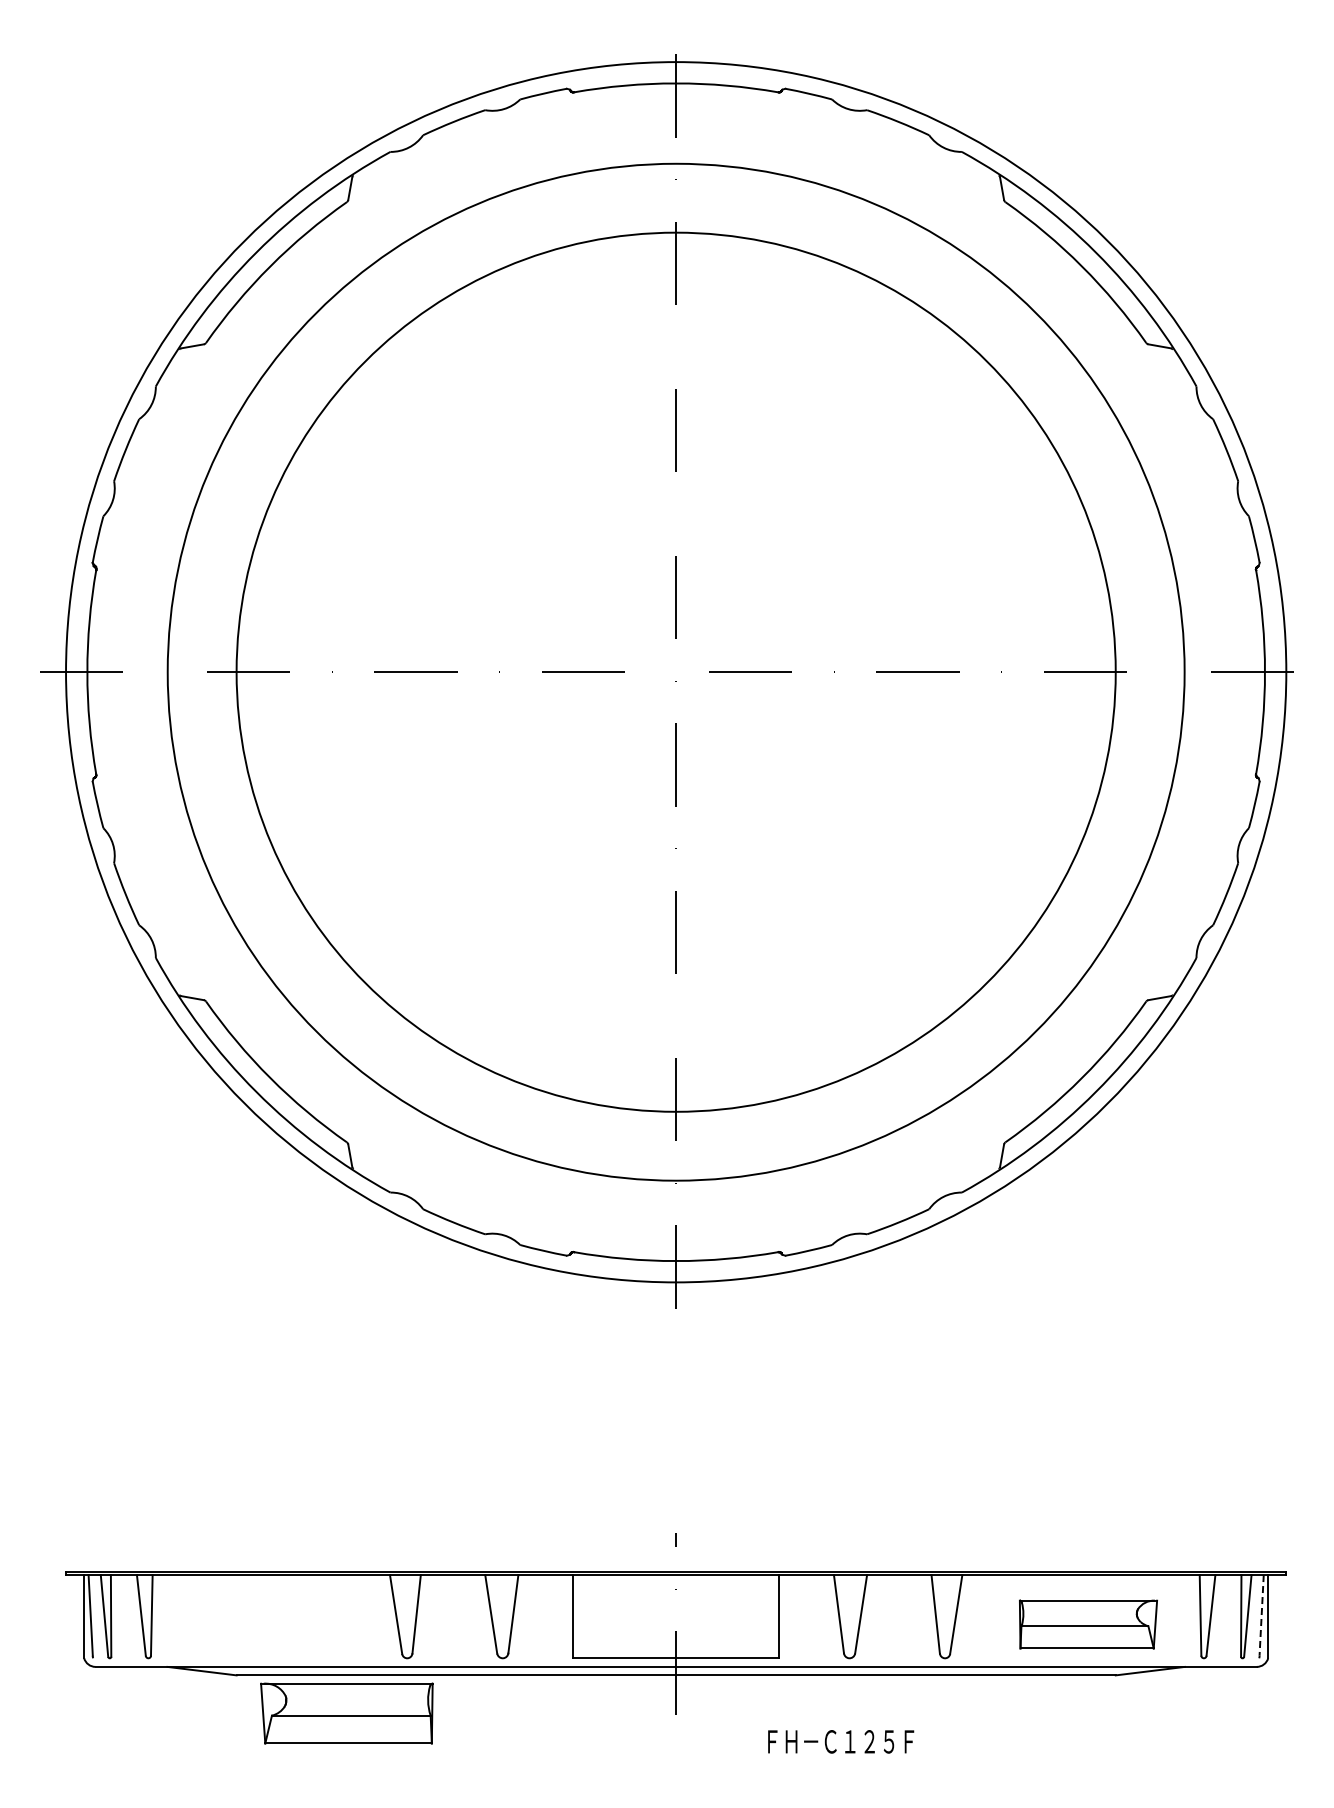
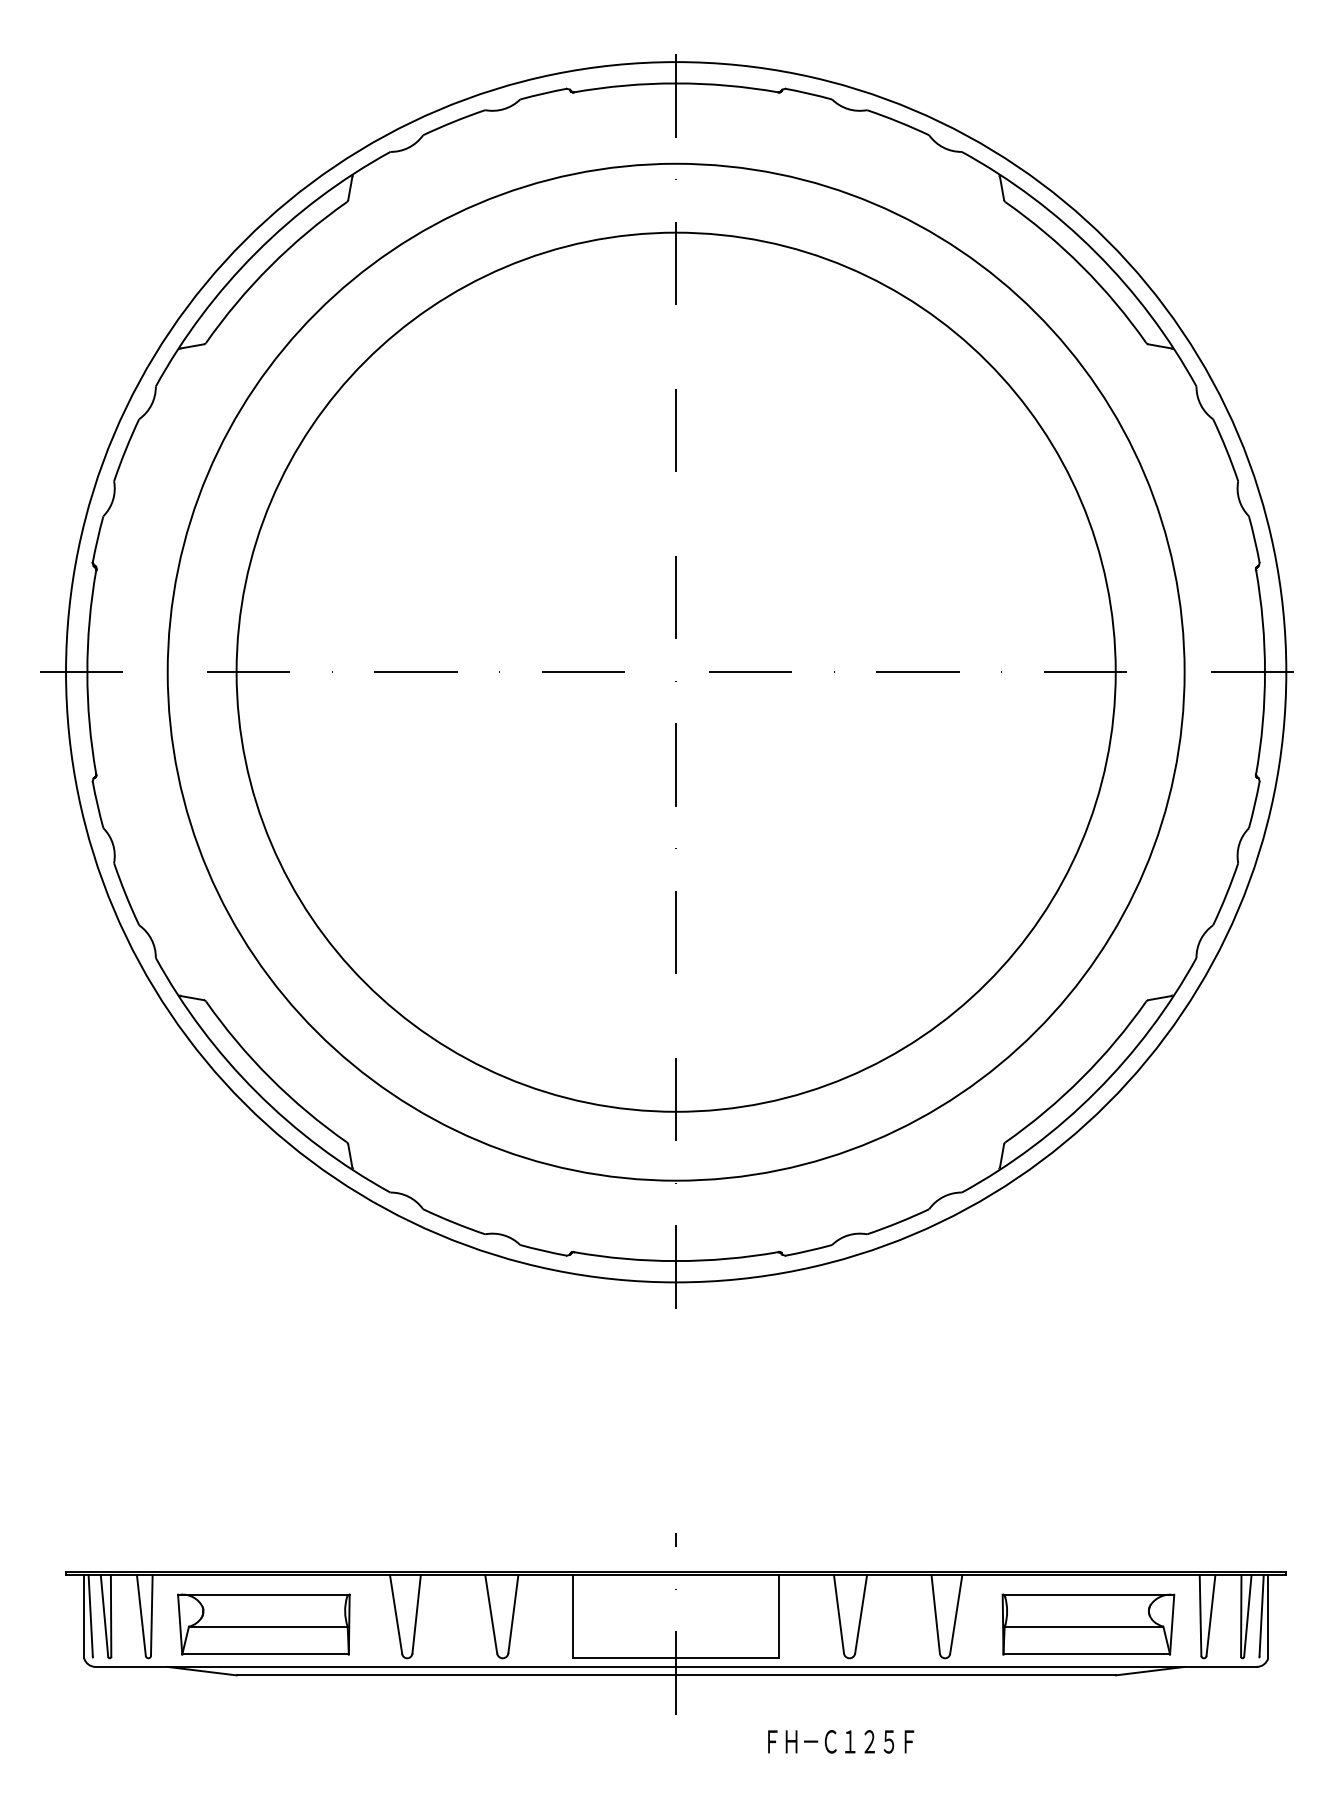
line at (1261, 1615): dashed -> solid
part at (1088, 1624) size: 139x51 px -> 175x63 px
part at (346, 1713) position: (346, 1713) -> (263, 1624)
